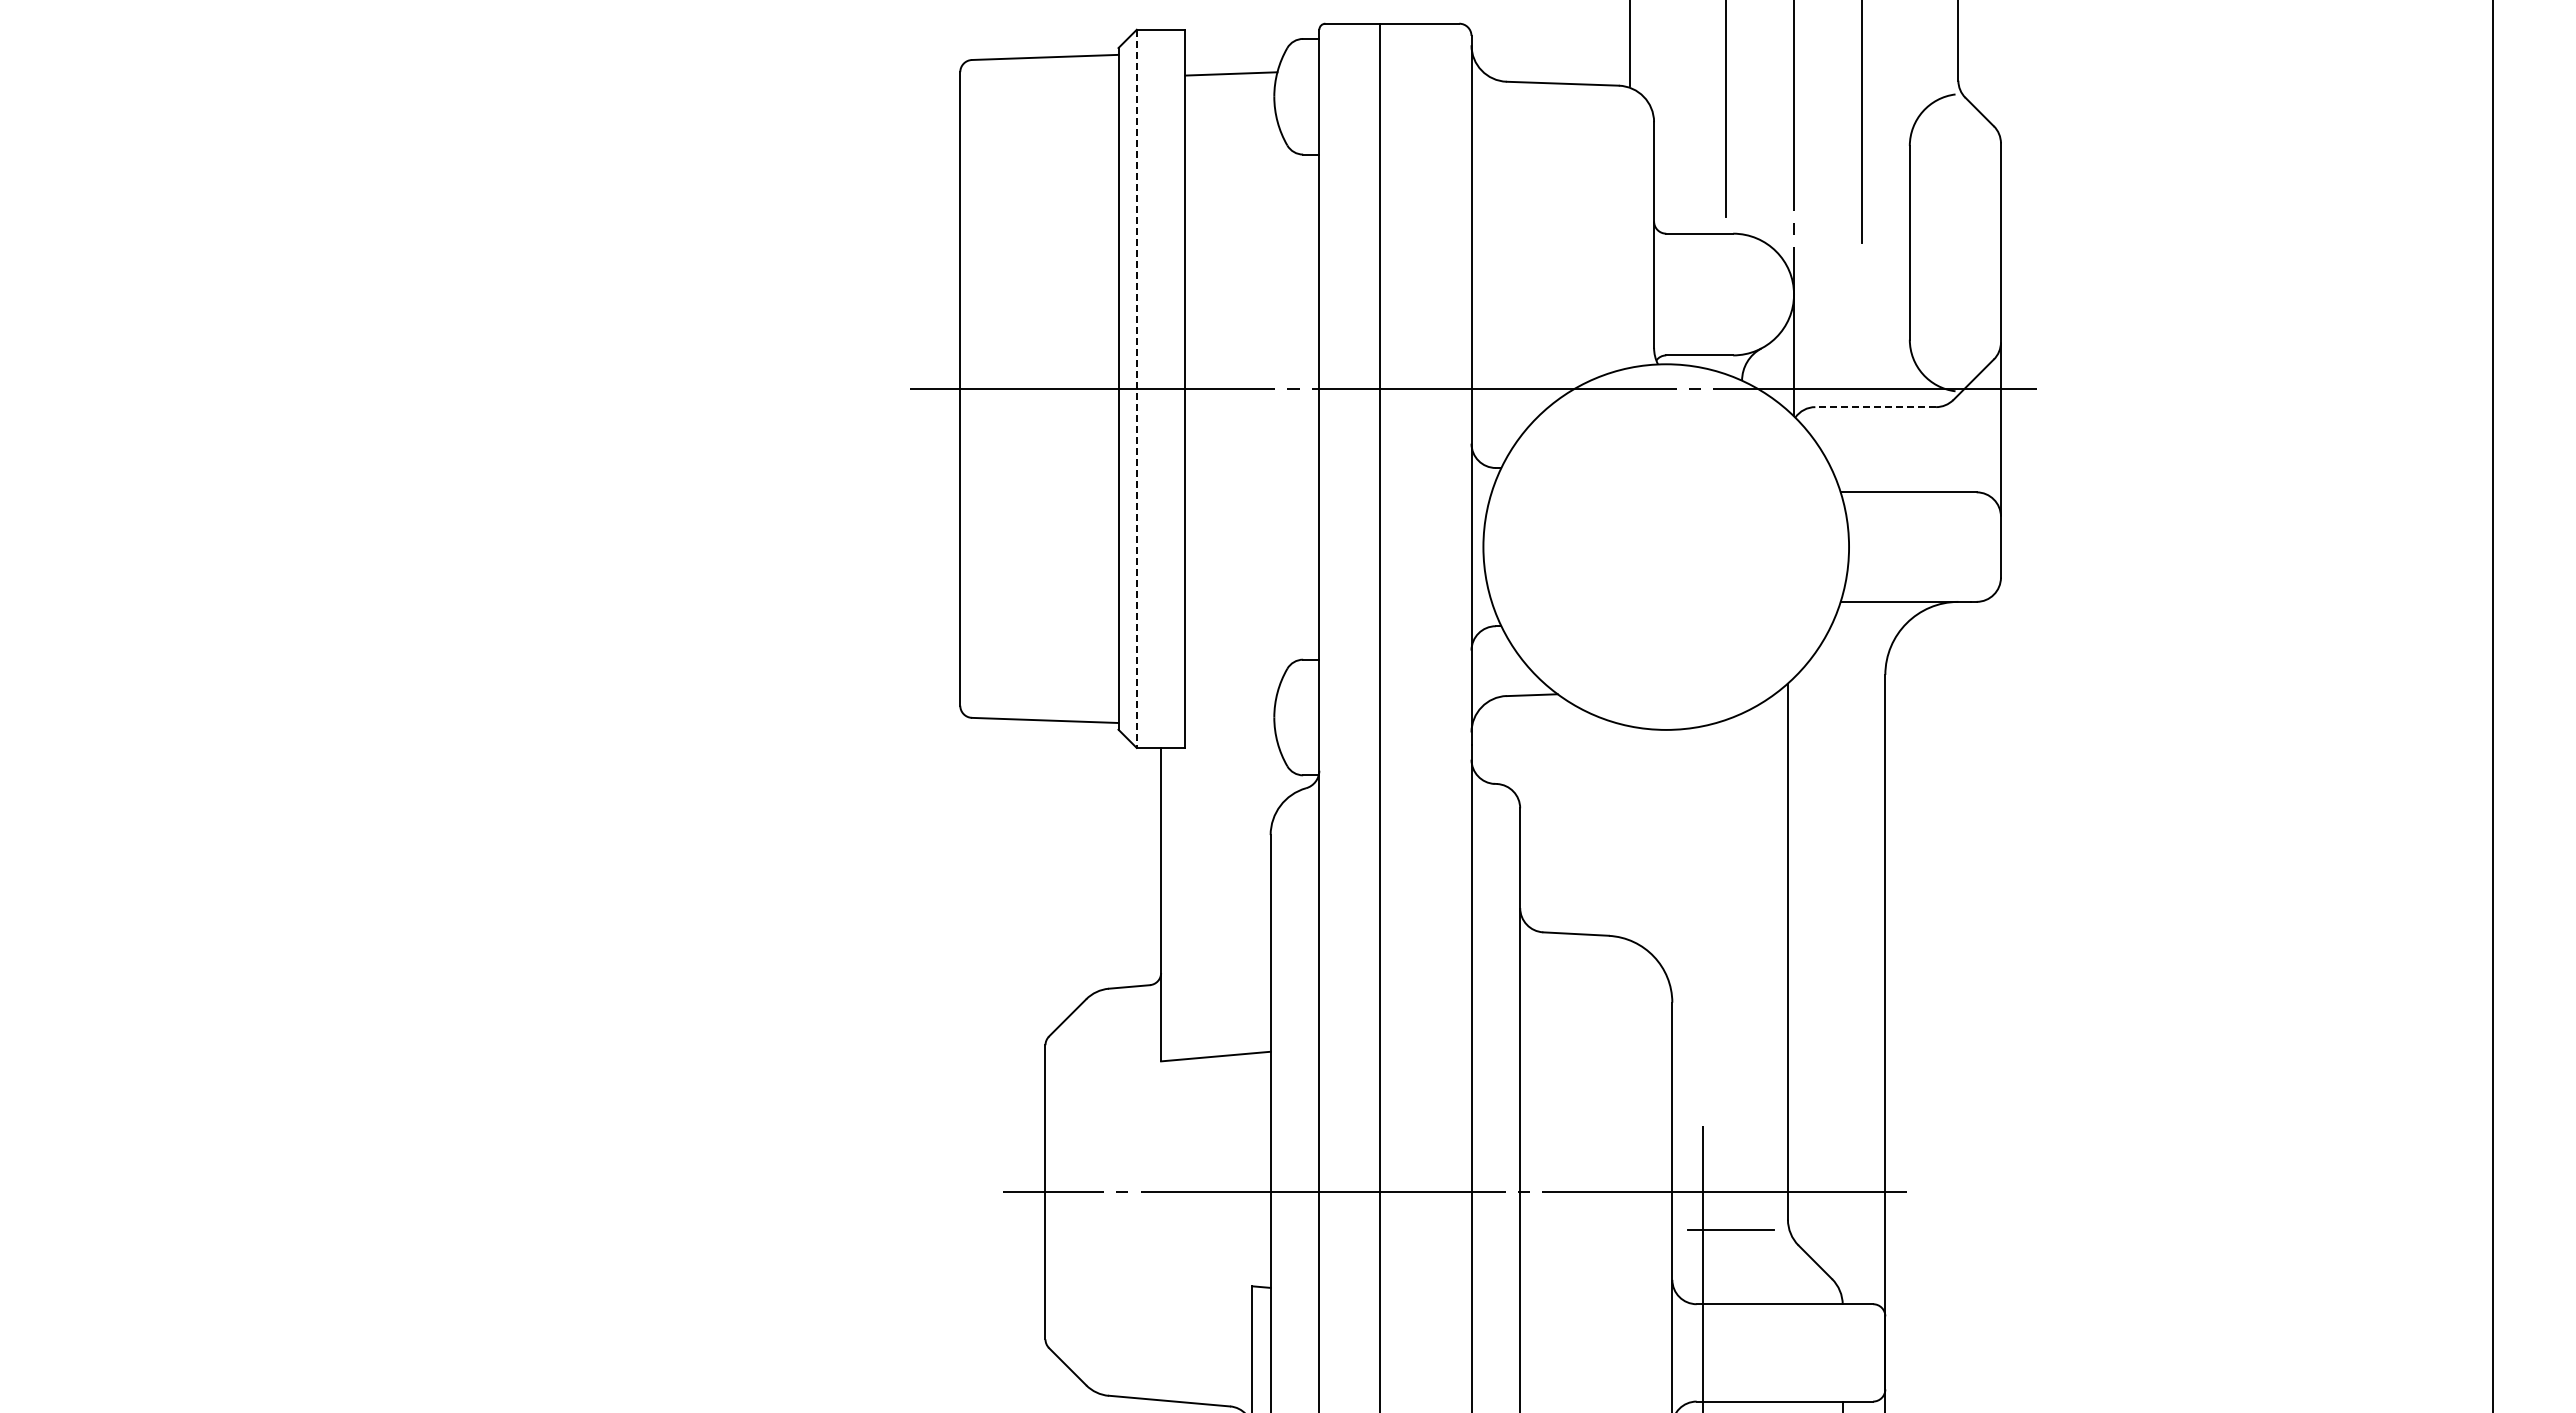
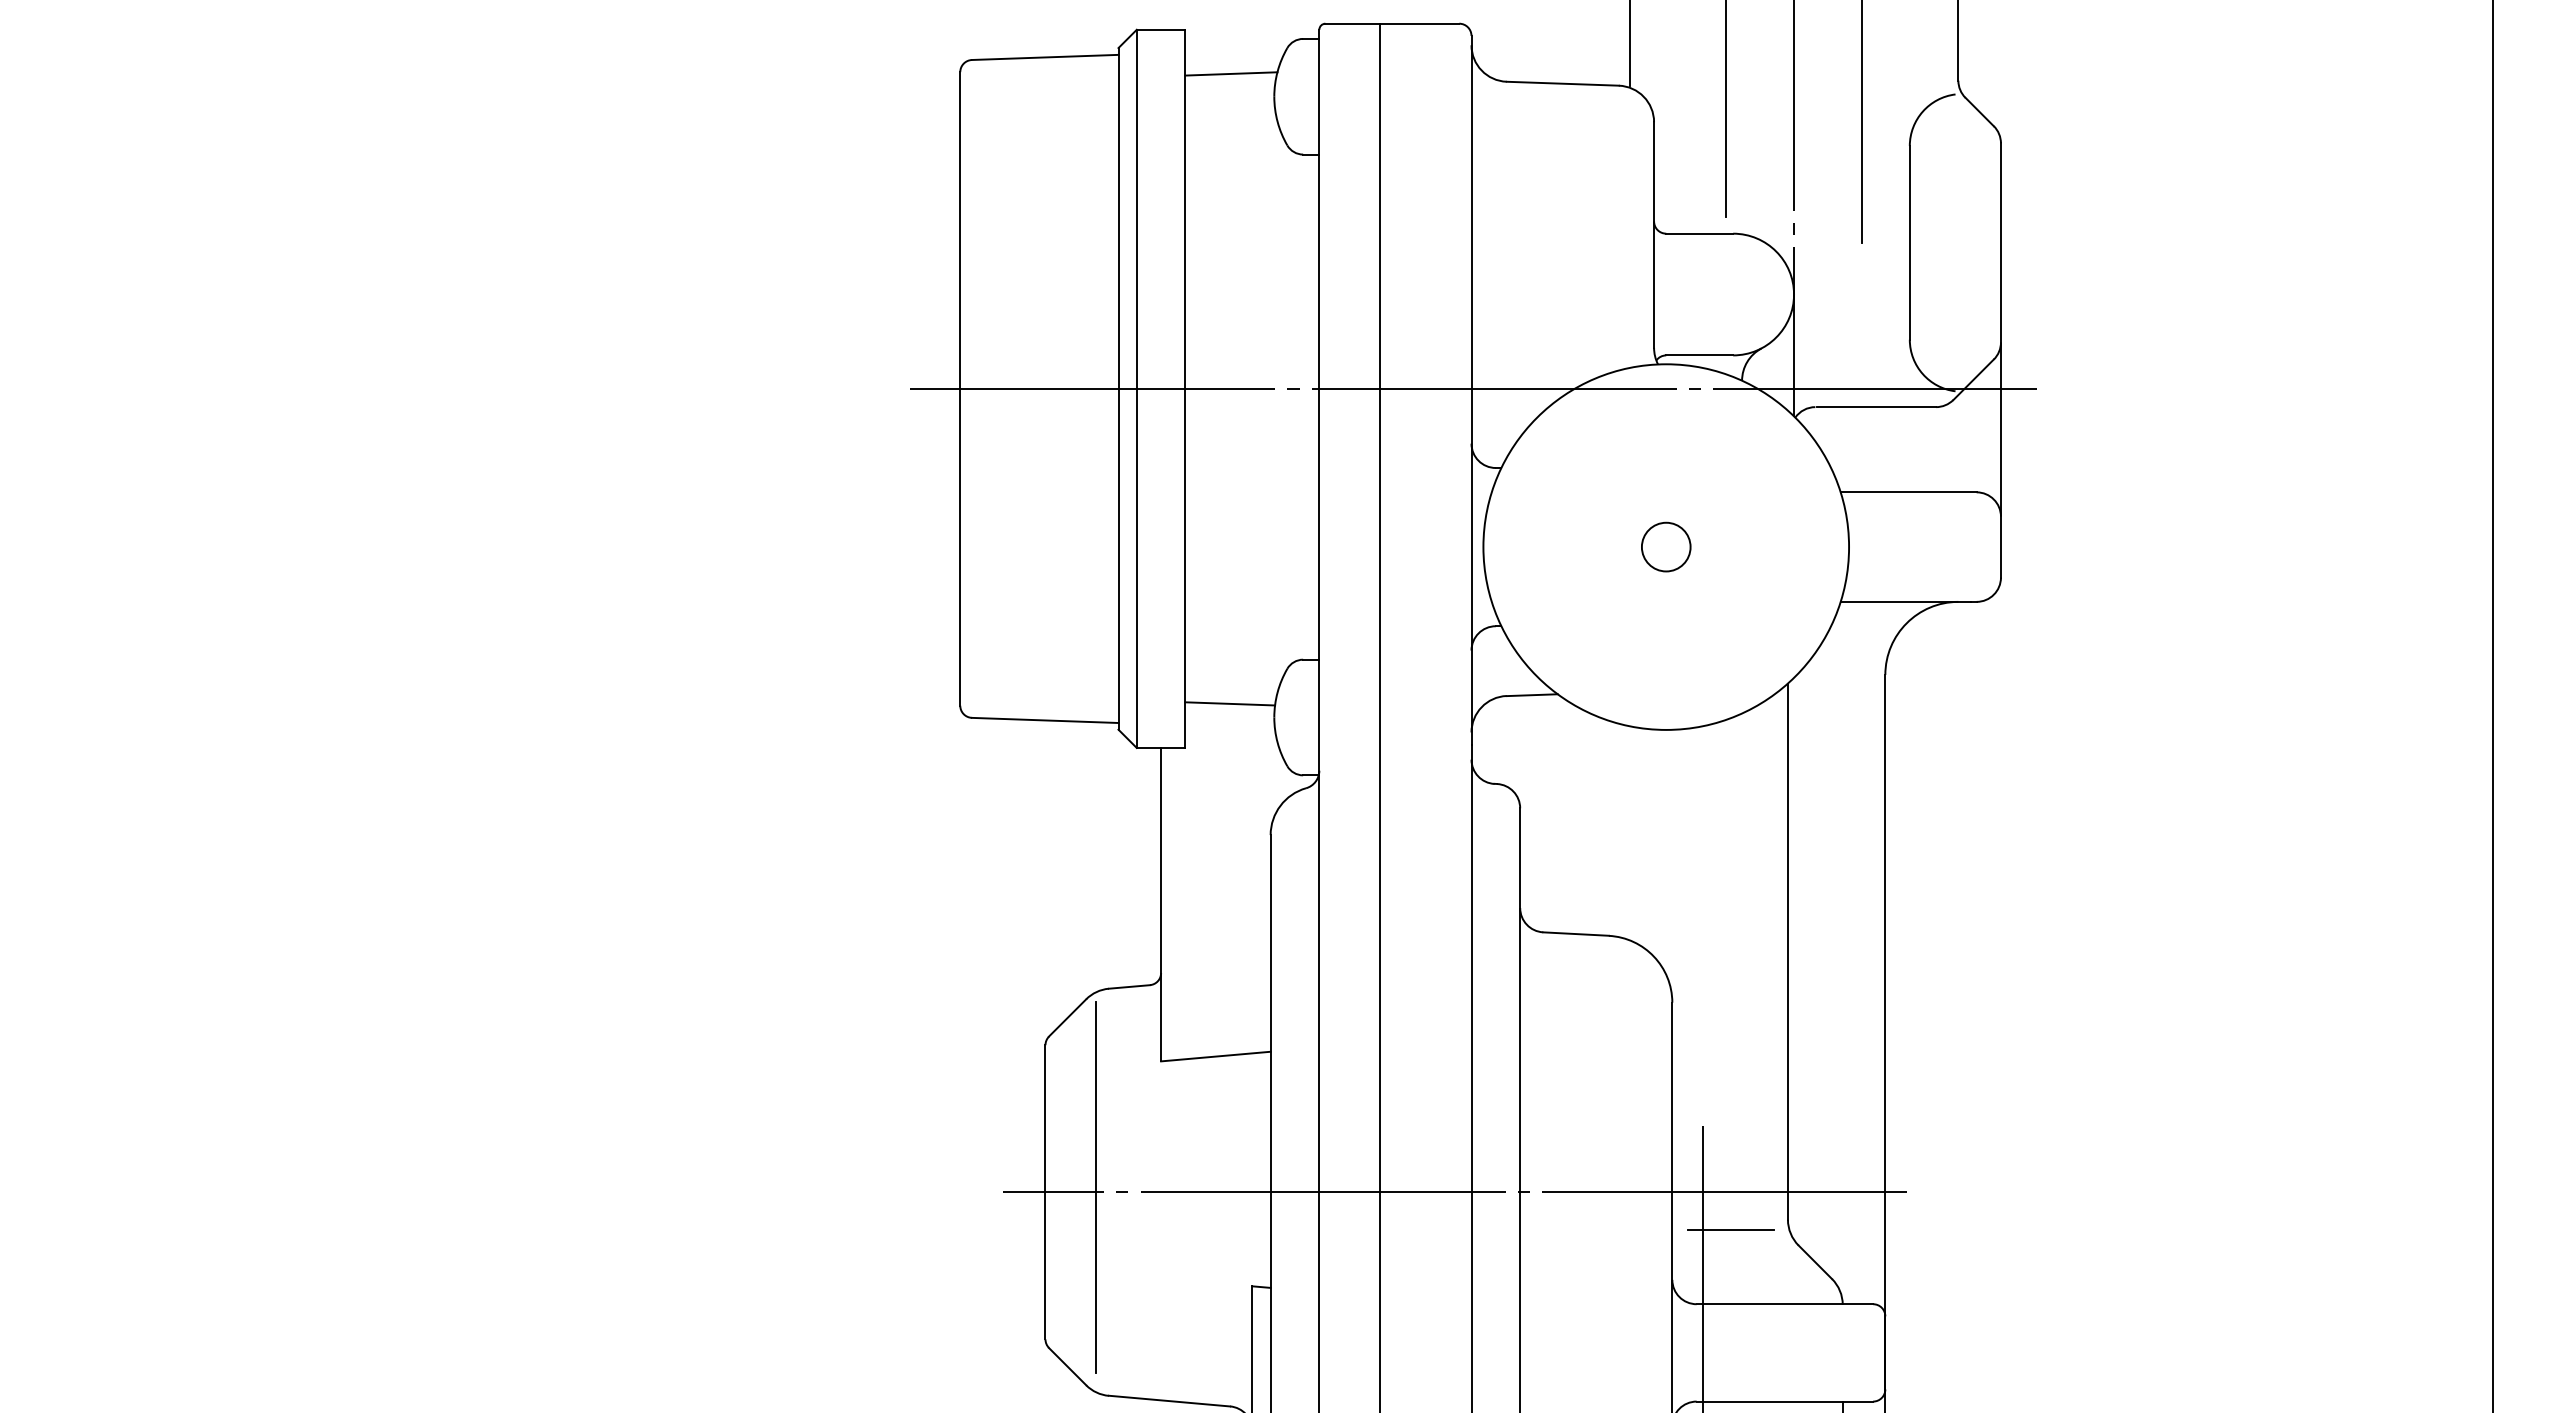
line at (1136, 389): dashed -> solid
line at (1876, 407): dashed -> solid
circle at (1666, 546): none -> present
line at (1230, 703): none -> present
line at (1095, 1186): none -> present
